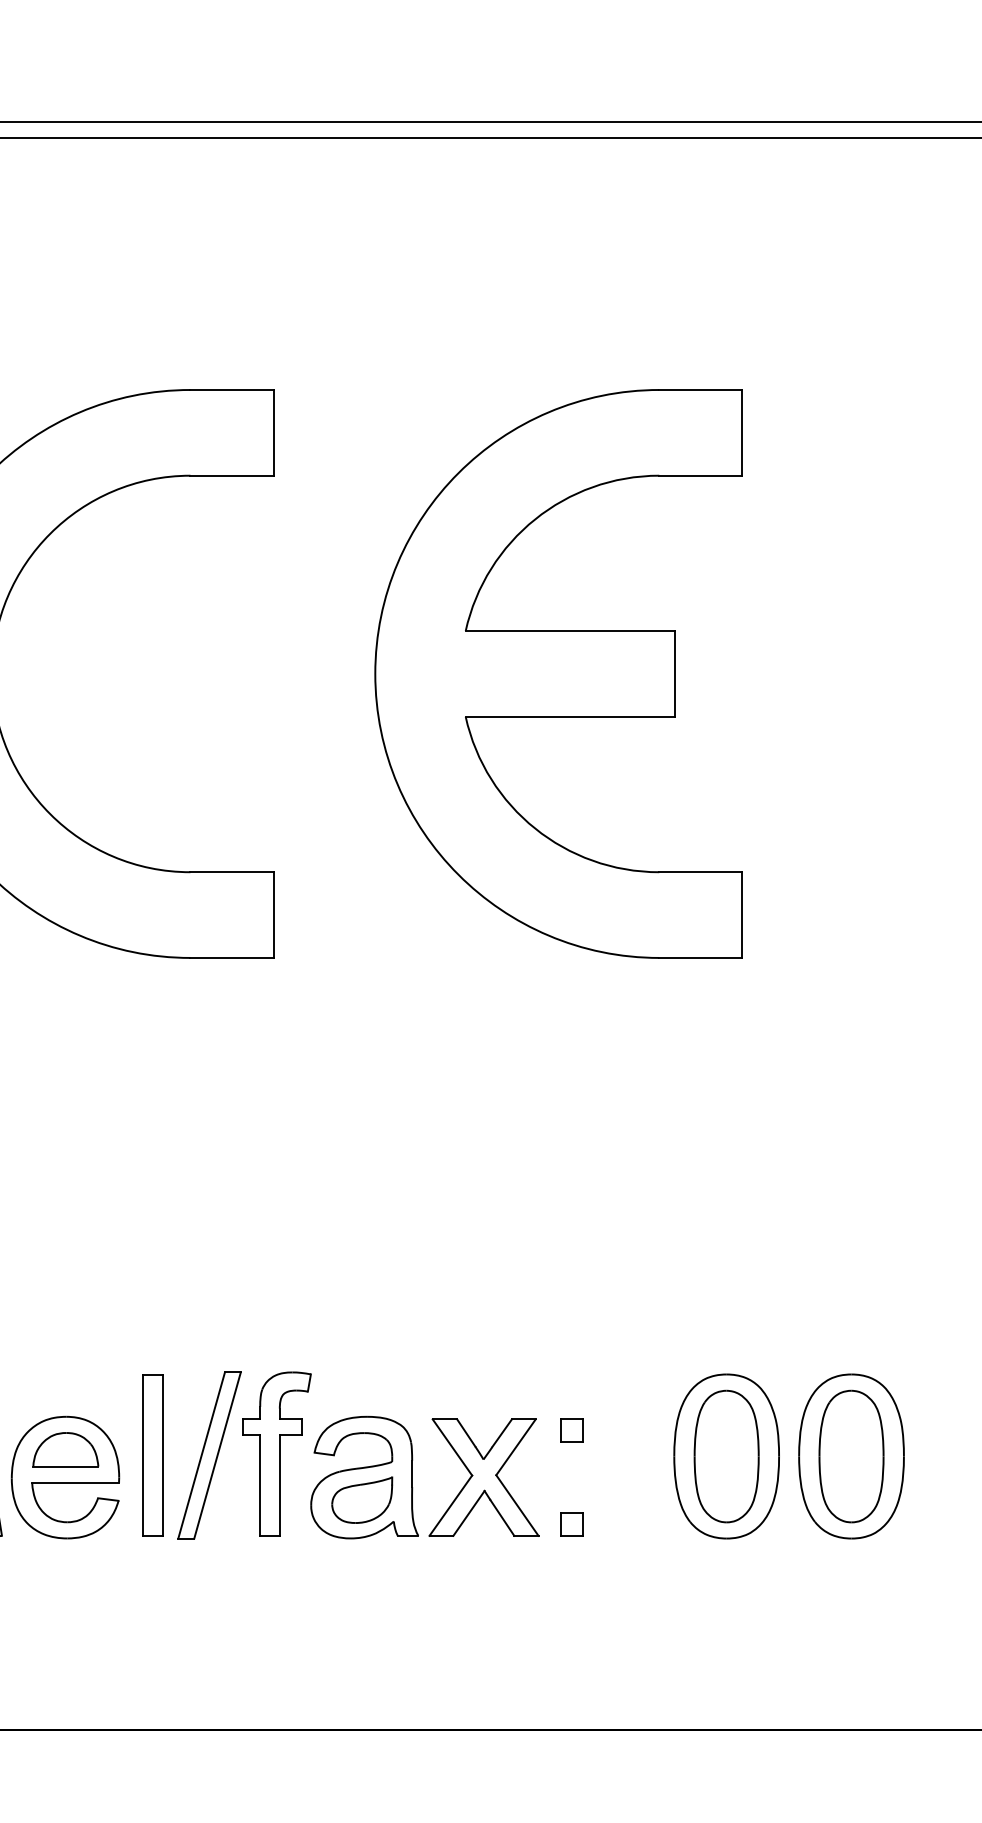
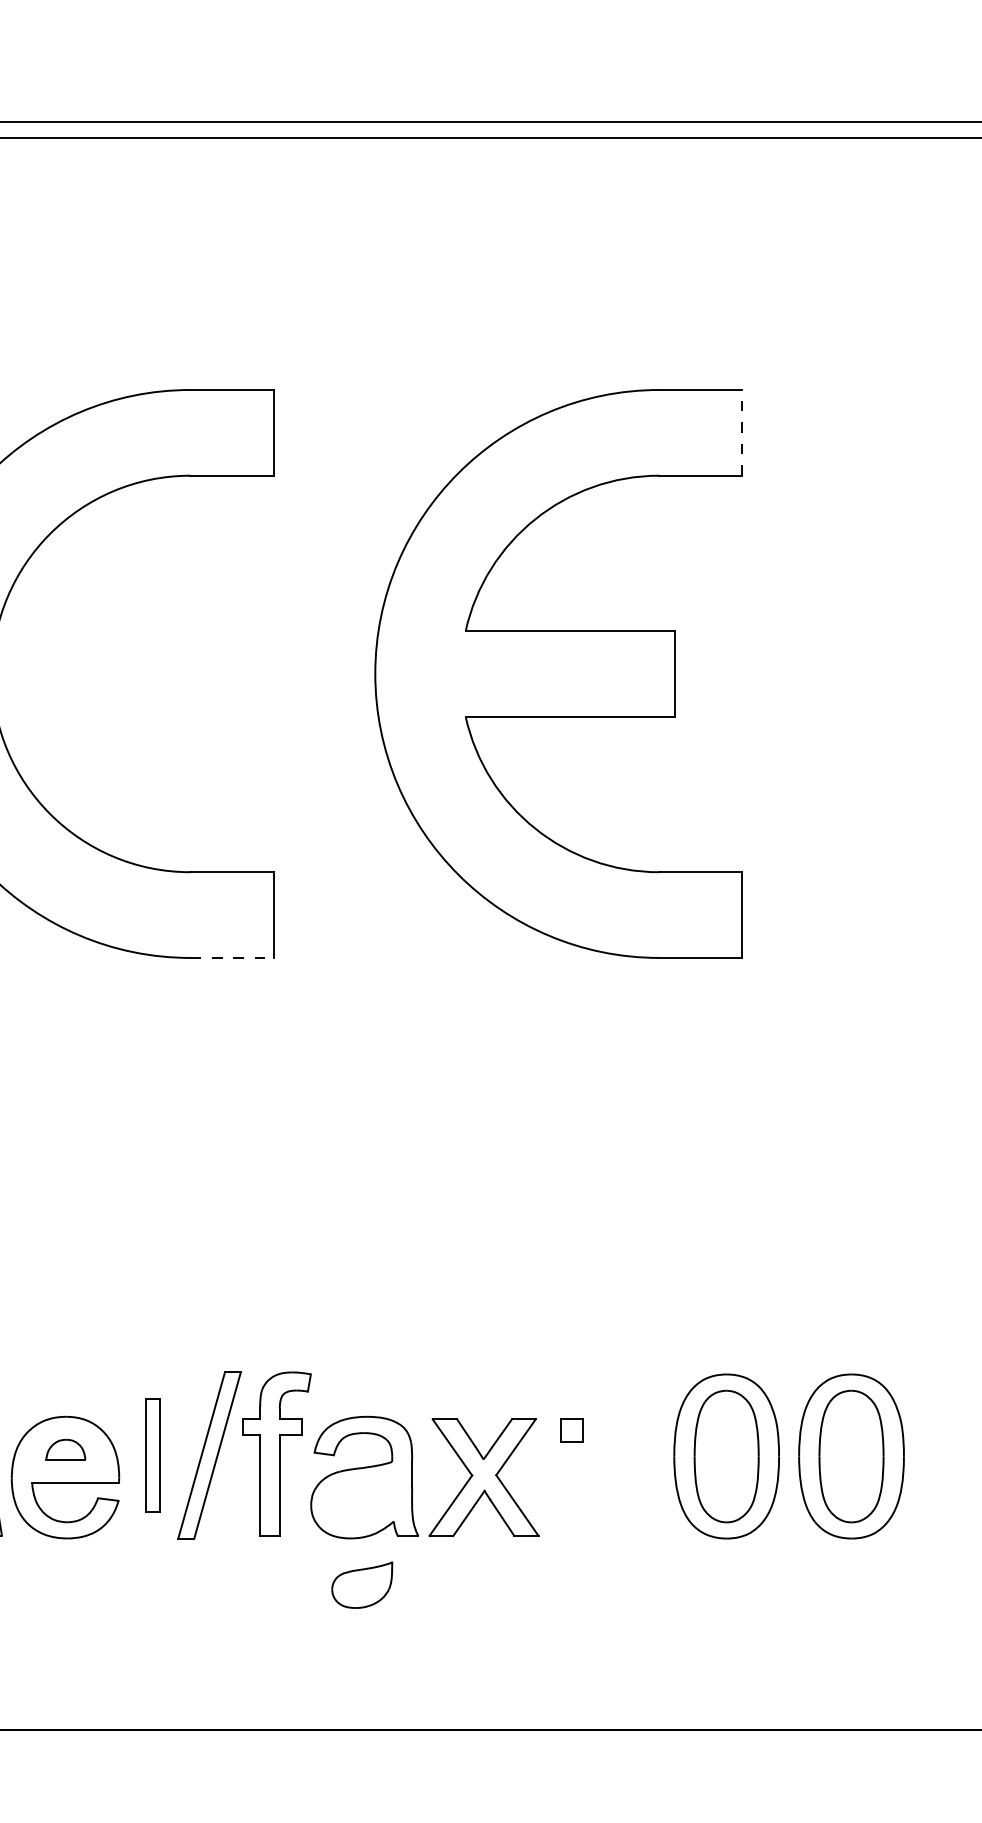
line at (742, 432): solid -> dashed
line at (231, 957): solid -> dashed
part at (65, 1449) size: 68x36 px -> 42x23 px
part at (152, 1455) size: 22x163 px -> 16x115 px
part at (362, 1499) position: (362, 1499) -> (362, 1584)
part at (571, 1524): present -> none
